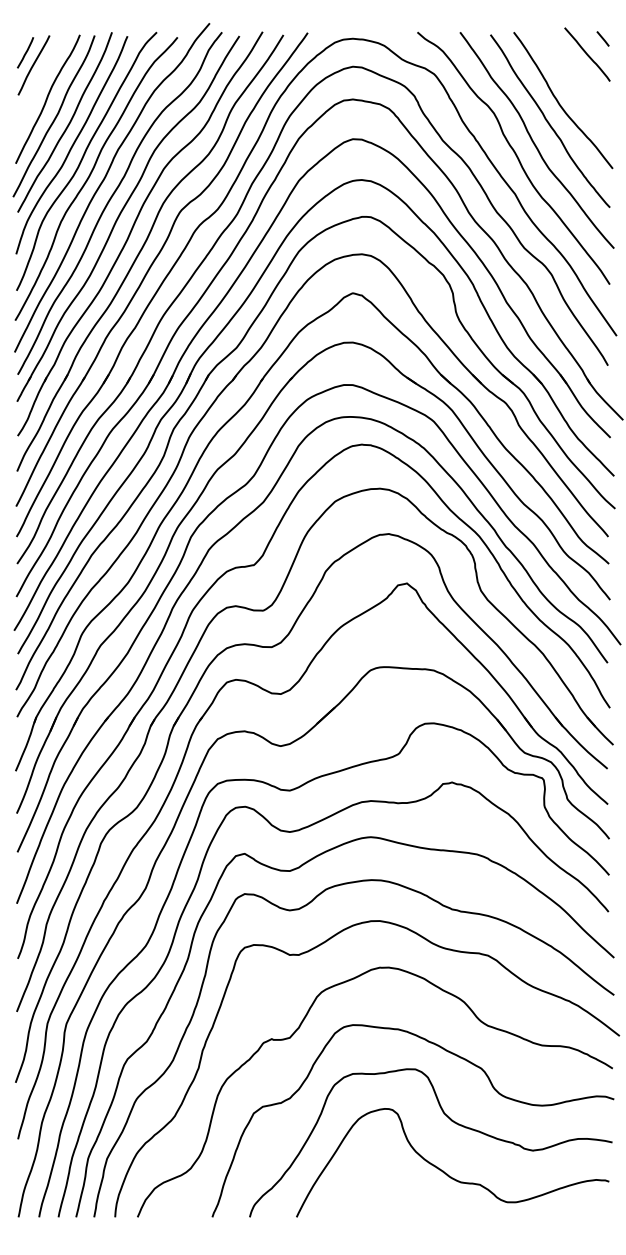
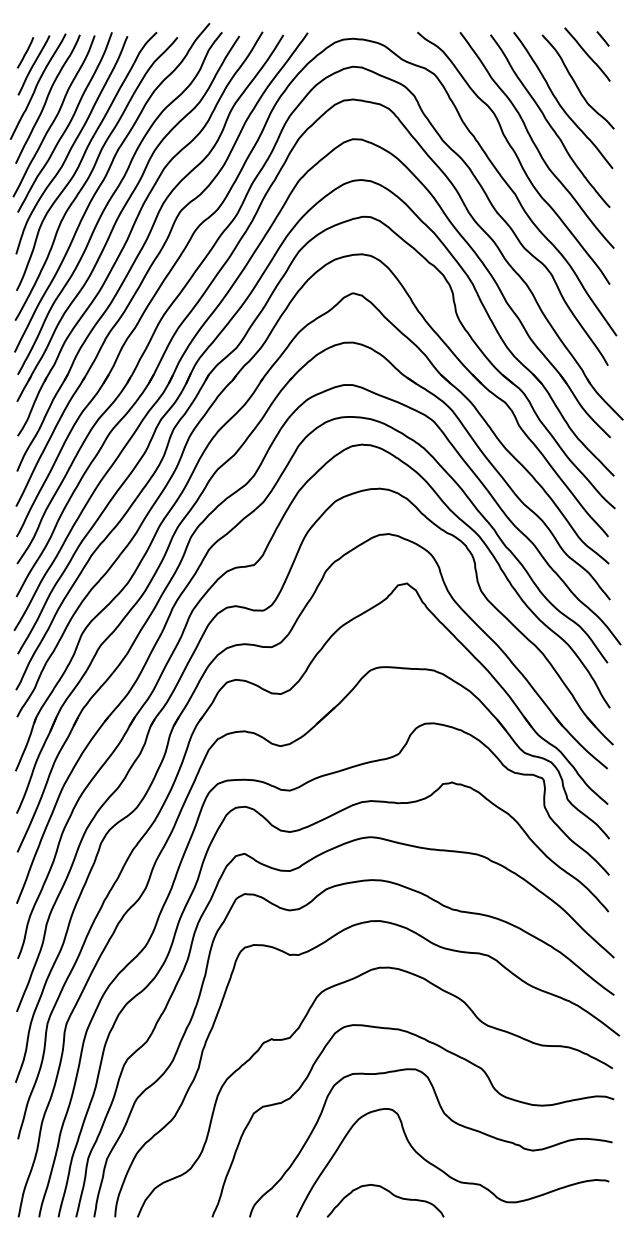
curve at (575, 81): none -> present
curve at (37, 86): none -> present
curve at (391, 1194): none -> present
